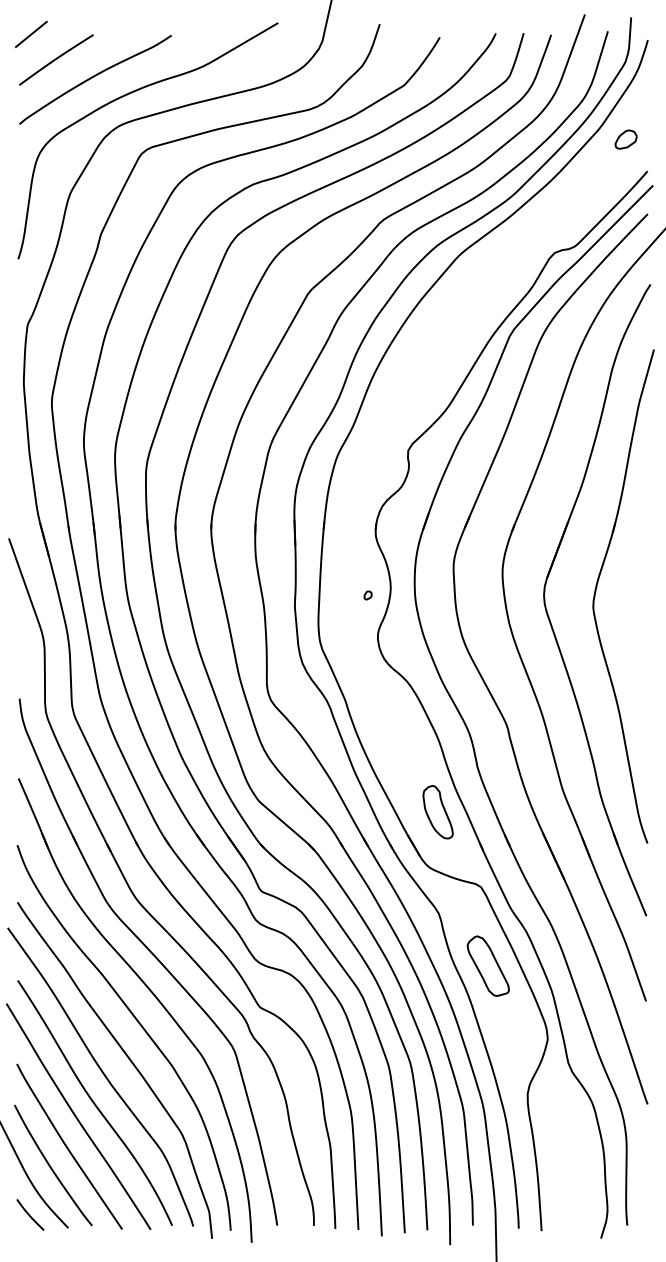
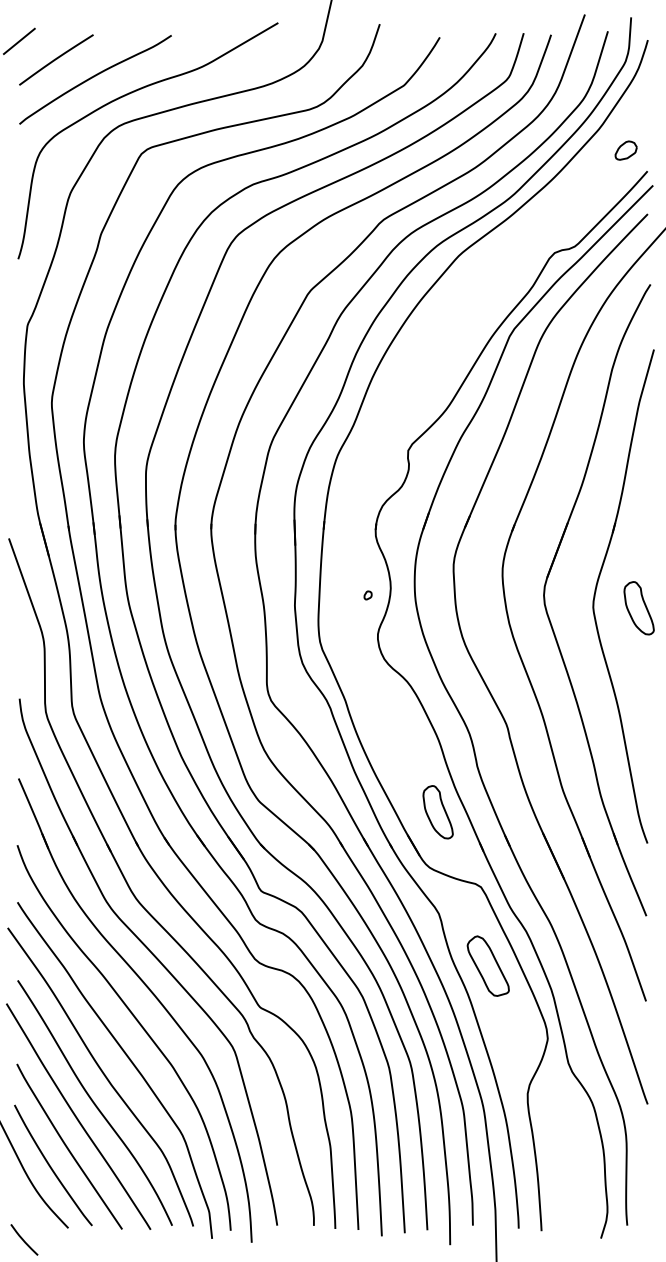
line at (31, 33) position: (31, 33) -> (19, 40)
part at (625, 139) position: (625, 139) -> (625, 150)
part at (638, 608): none -> present
curve at (29, 1214) position: (29, 1214) -> (23, 1239)
